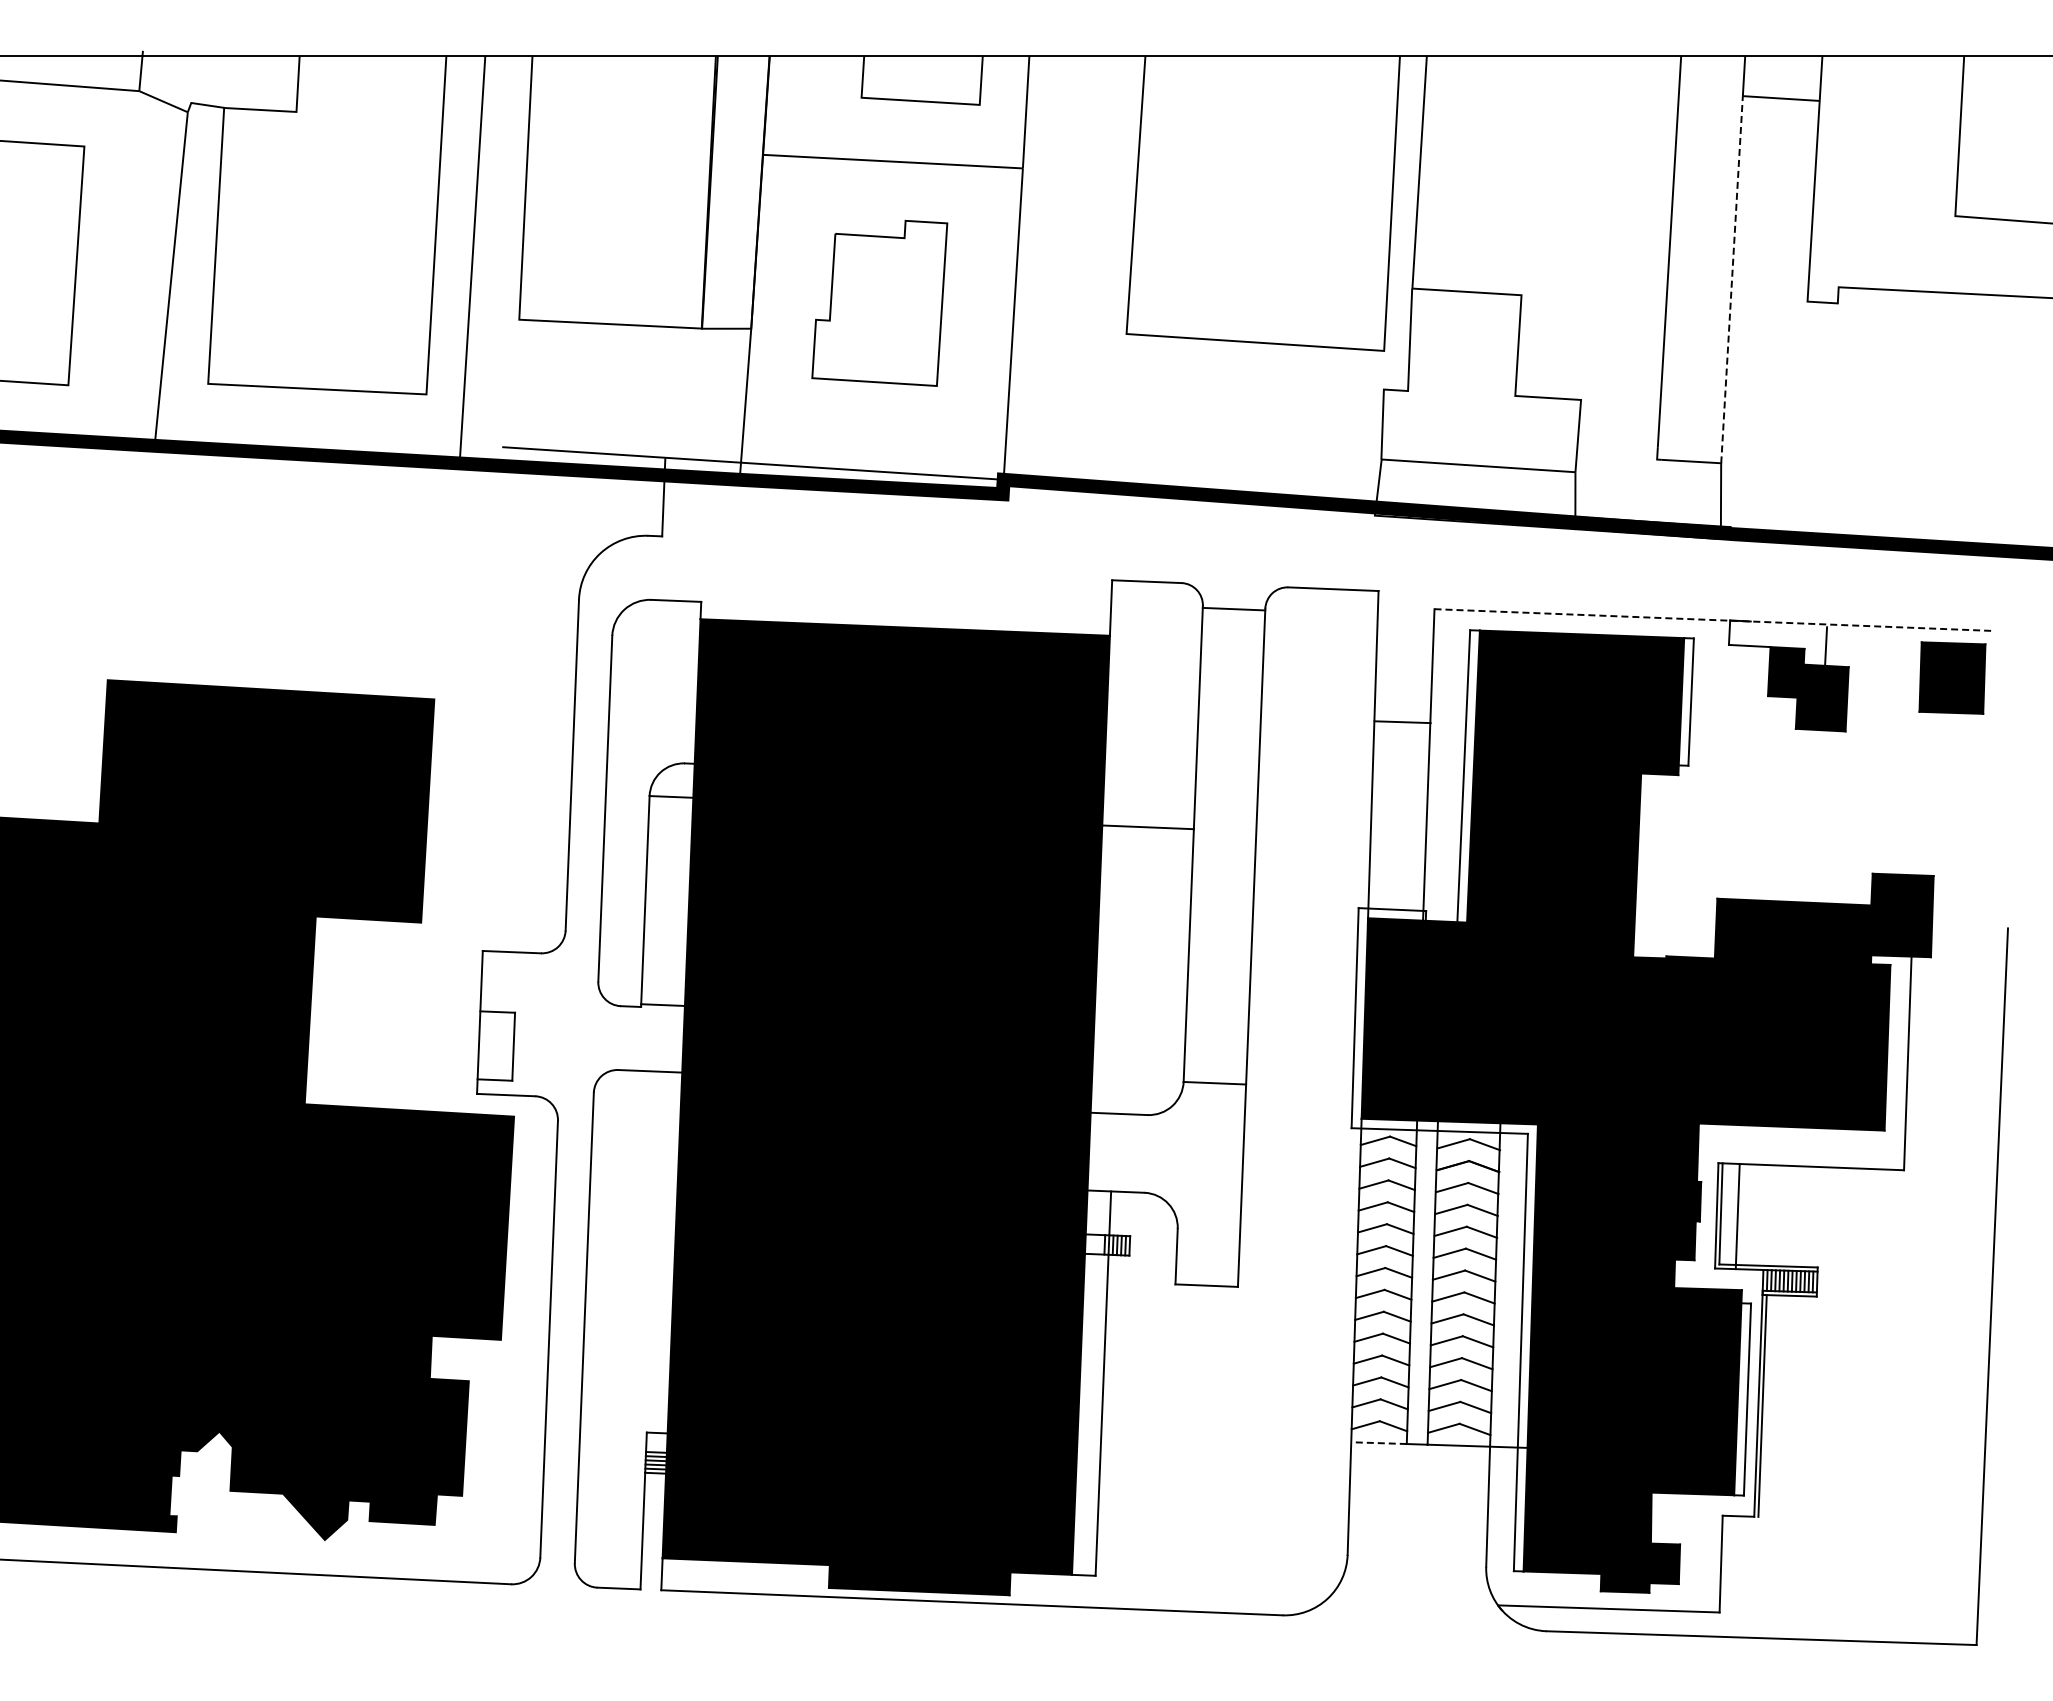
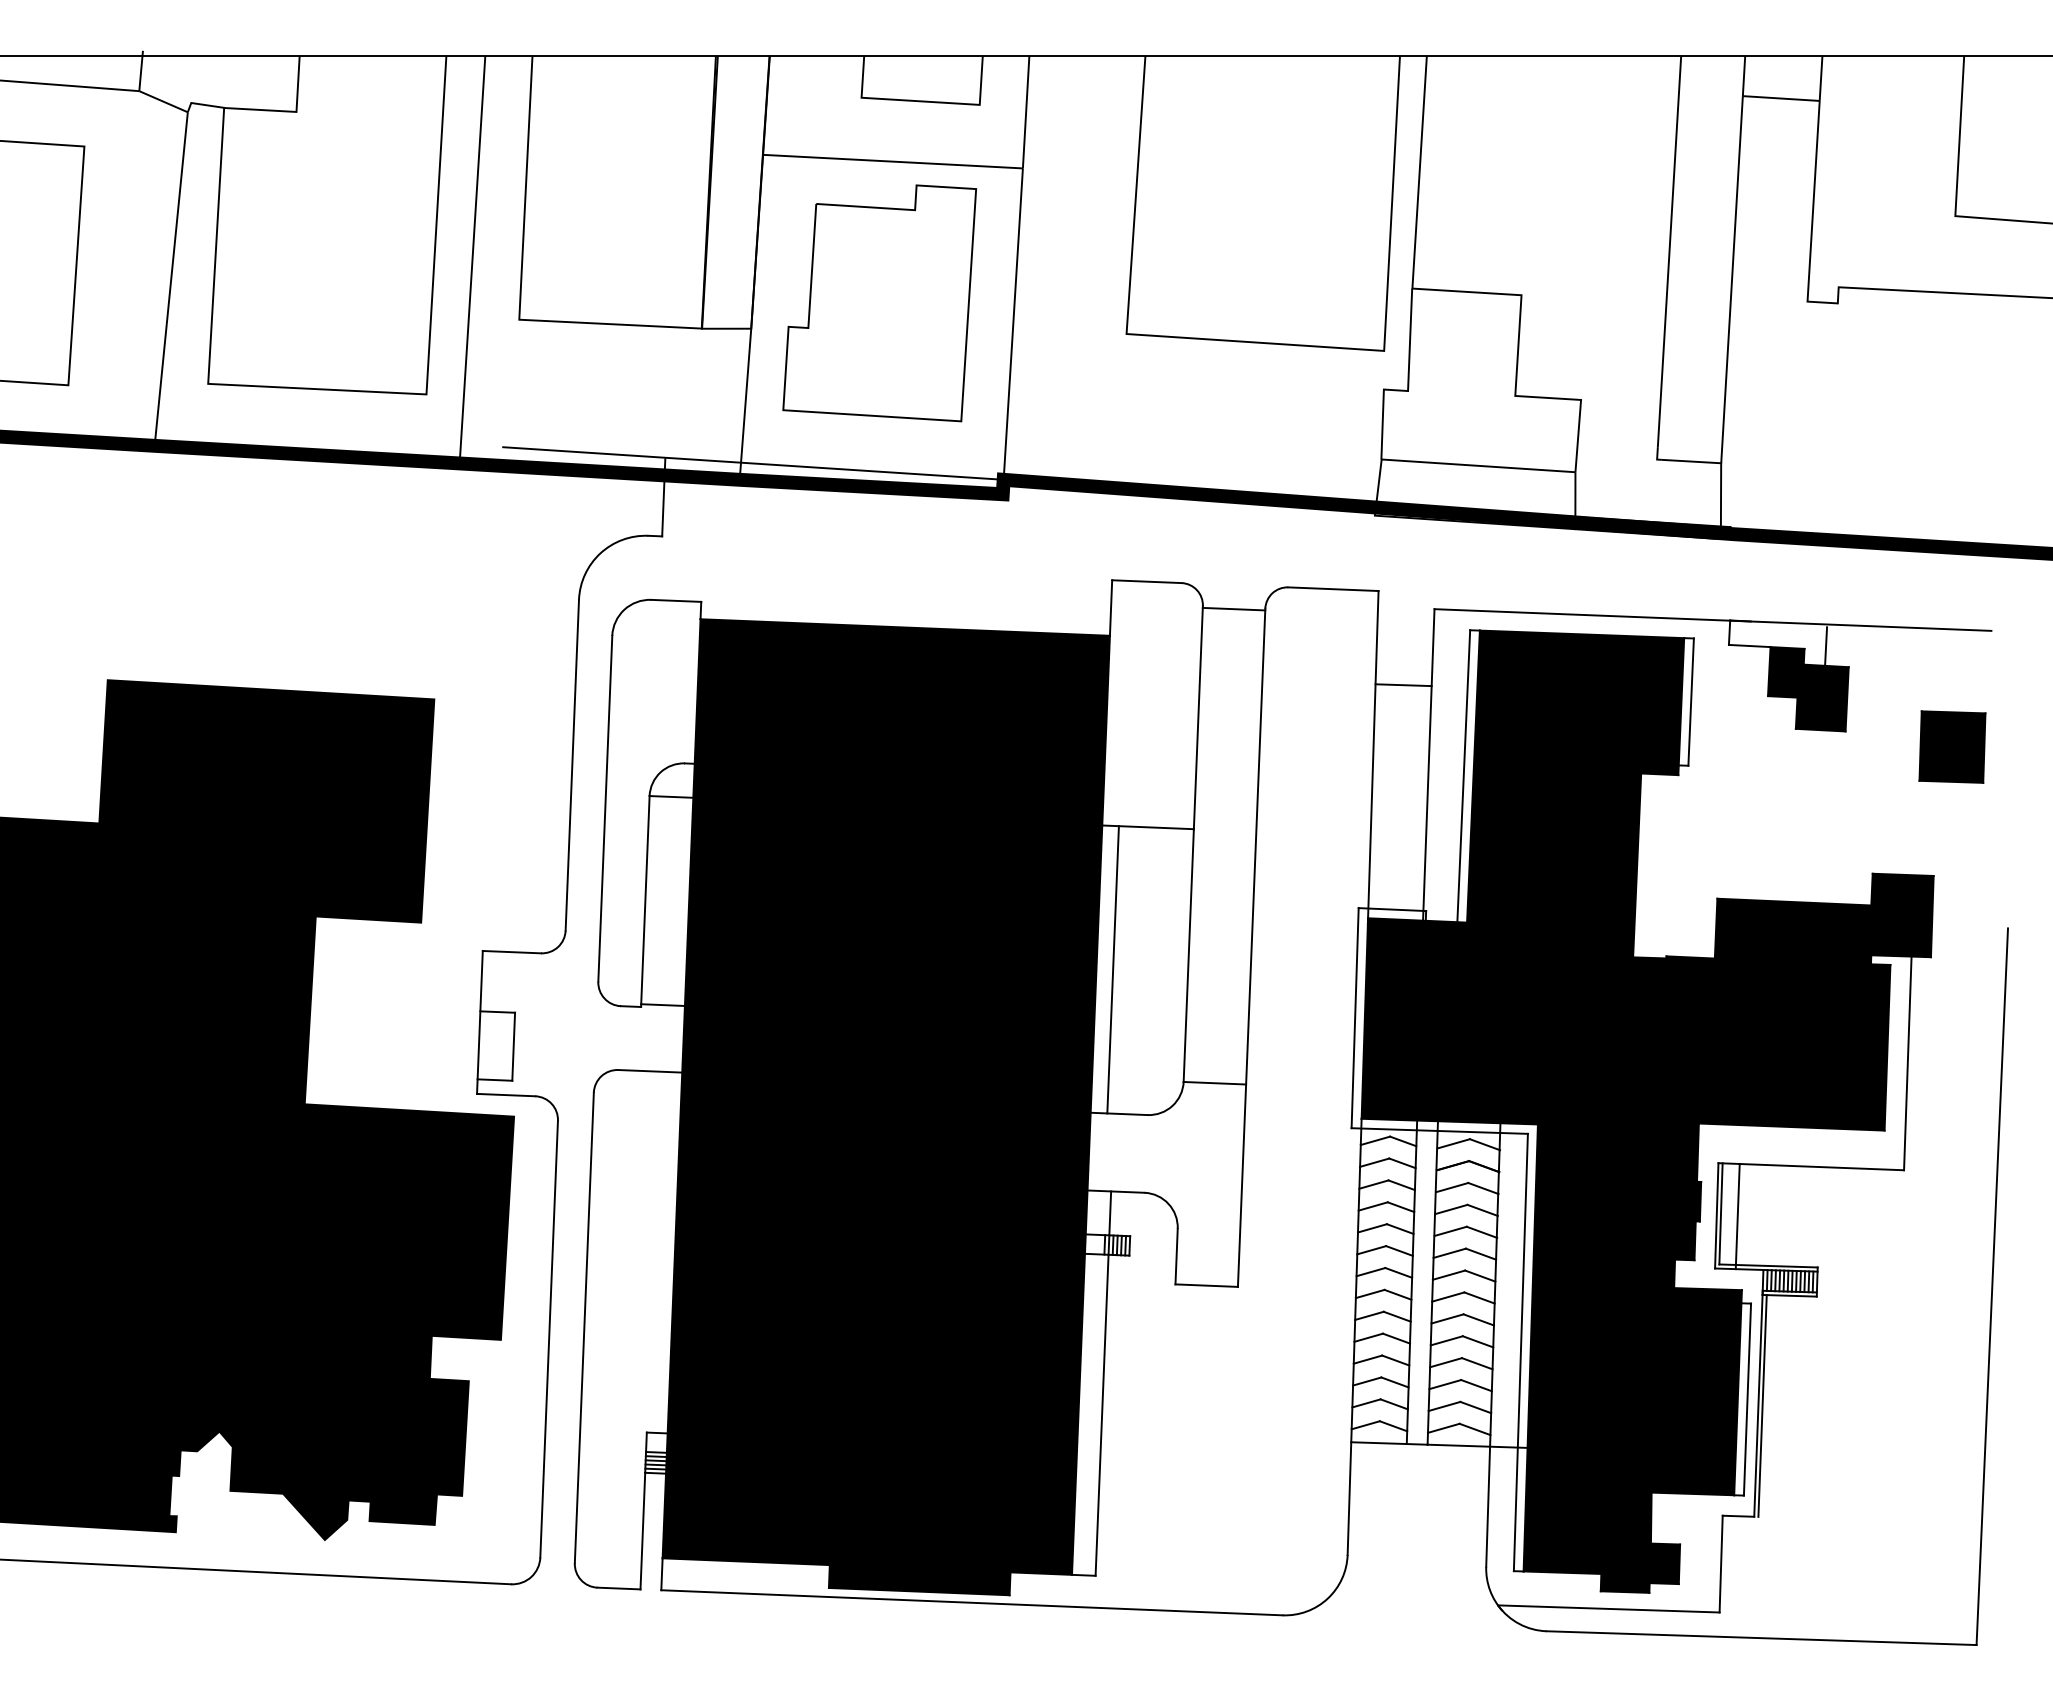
line at (1732, 279): dashed -> solid
part at (879, 302) size: 138x168 px -> 196x239 px
line at (1712, 620): dashed -> solid
part at (1952, 677) position: (1952, 677) -> (1952, 746)
line at (1402, 722) position: (1402, 722) -> (1403, 685)
line at (1112, 969): none -> present
line at (1379, 1443): dashed -> solid
